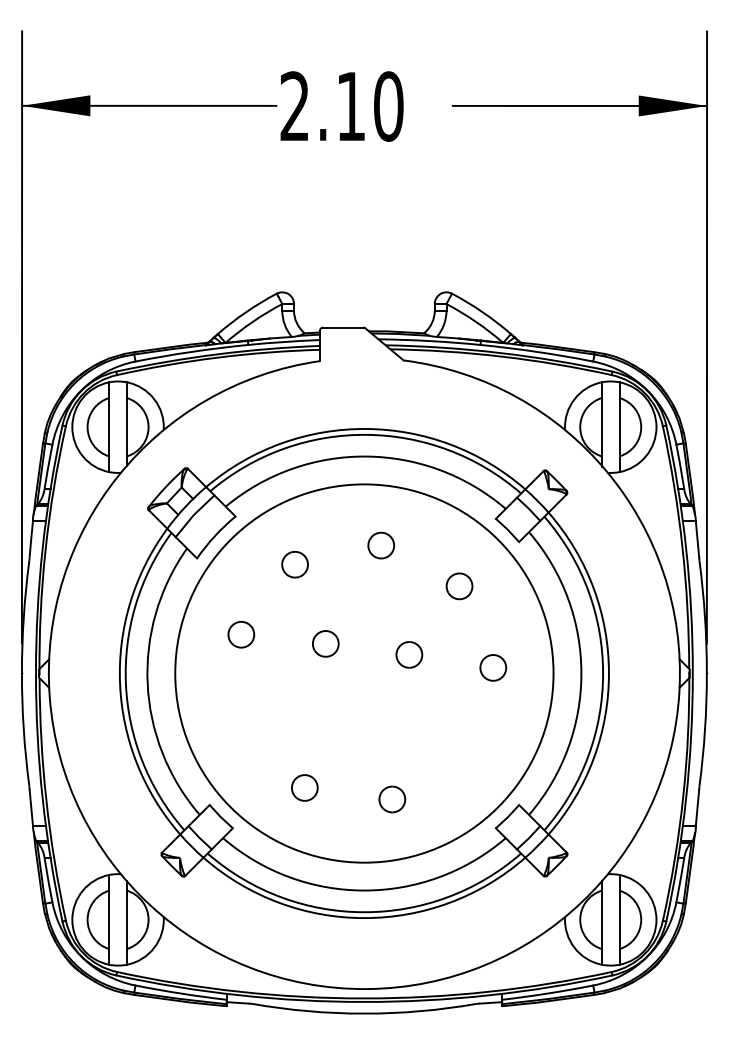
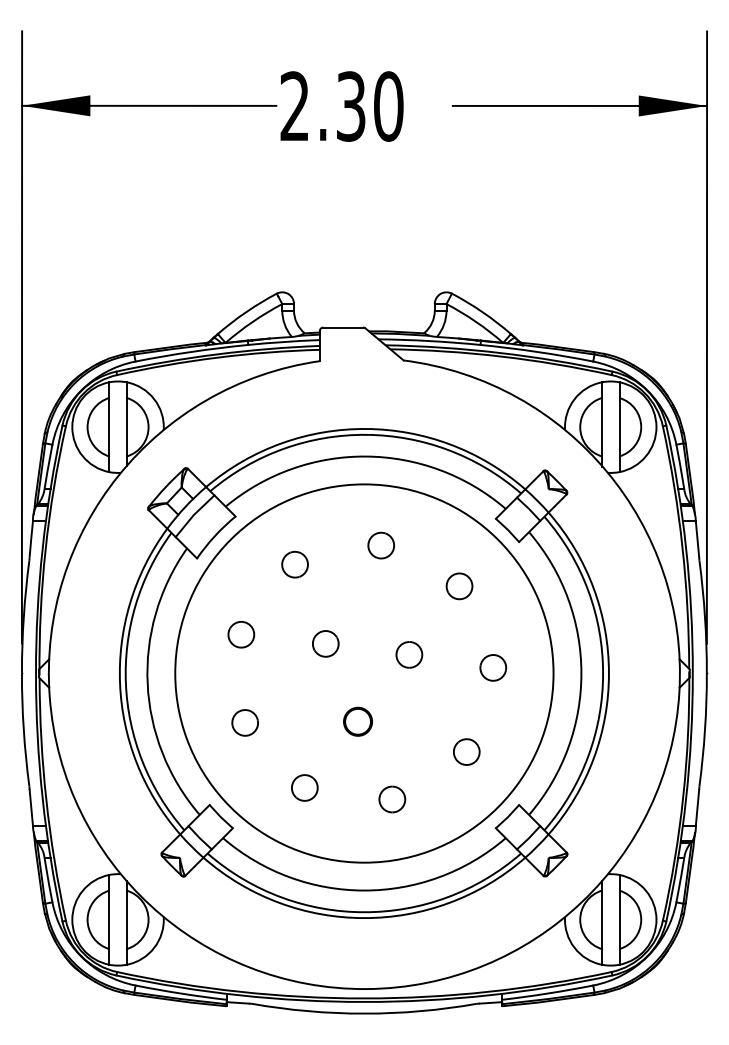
text at (351, 106): 2.10 -> 2.30
circle at (357, 721): none -> present
part at (244, 722): none -> present
part at (466, 751): none -> present
